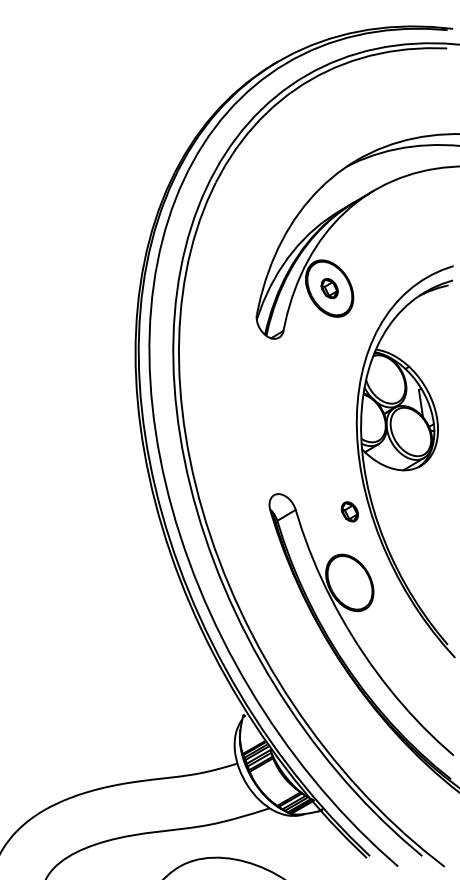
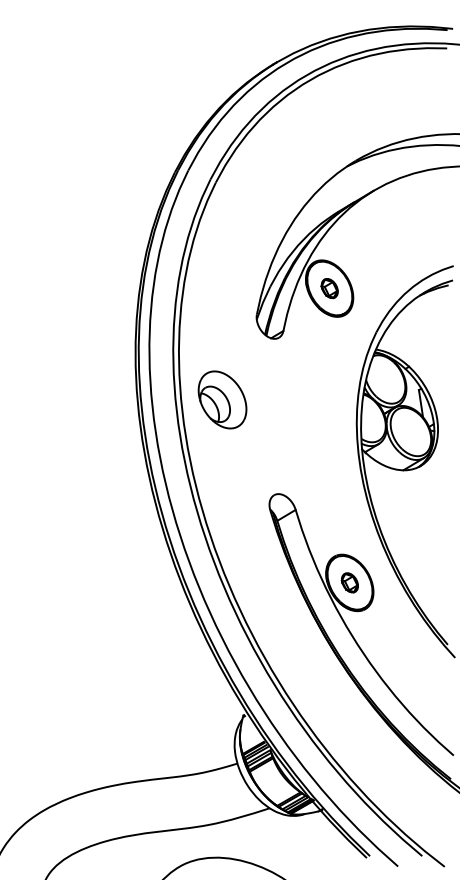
part at (222, 399): none -> present
part at (349, 511) position: (349, 511) -> (349, 582)
